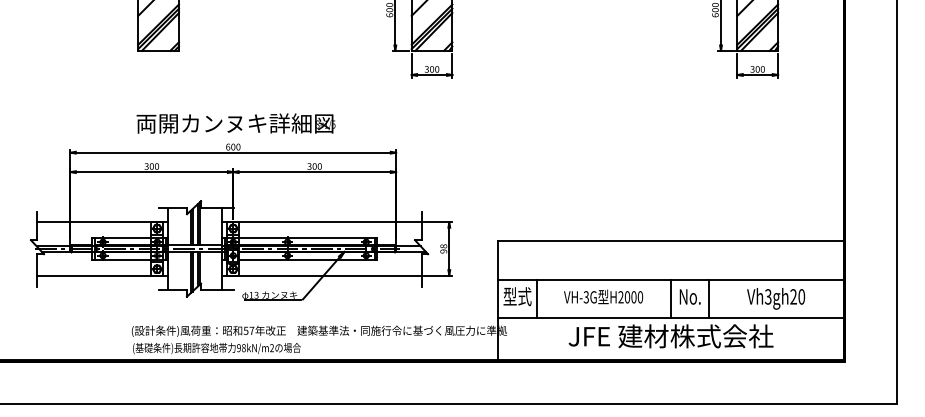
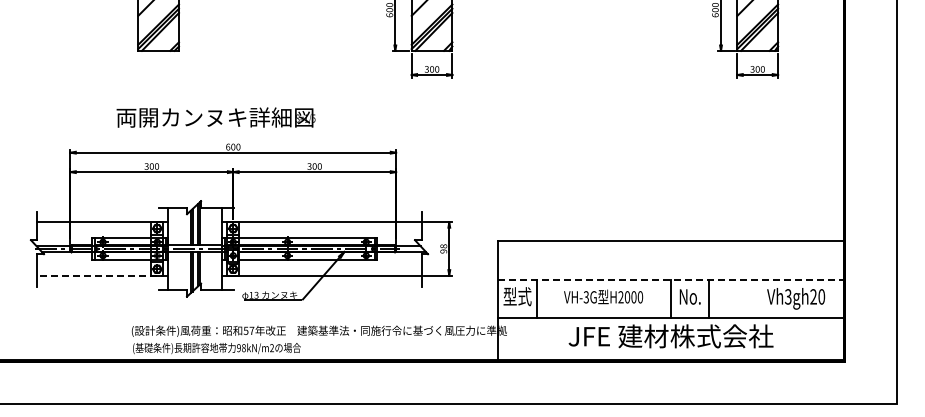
text at (235, 123) position: (235, 123) -> (215, 117)
line at (102, 275): solid -> dashed
line at (670, 279): solid -> dashed
text at (776, 298) position: (776, 298) -> (796, 298)
